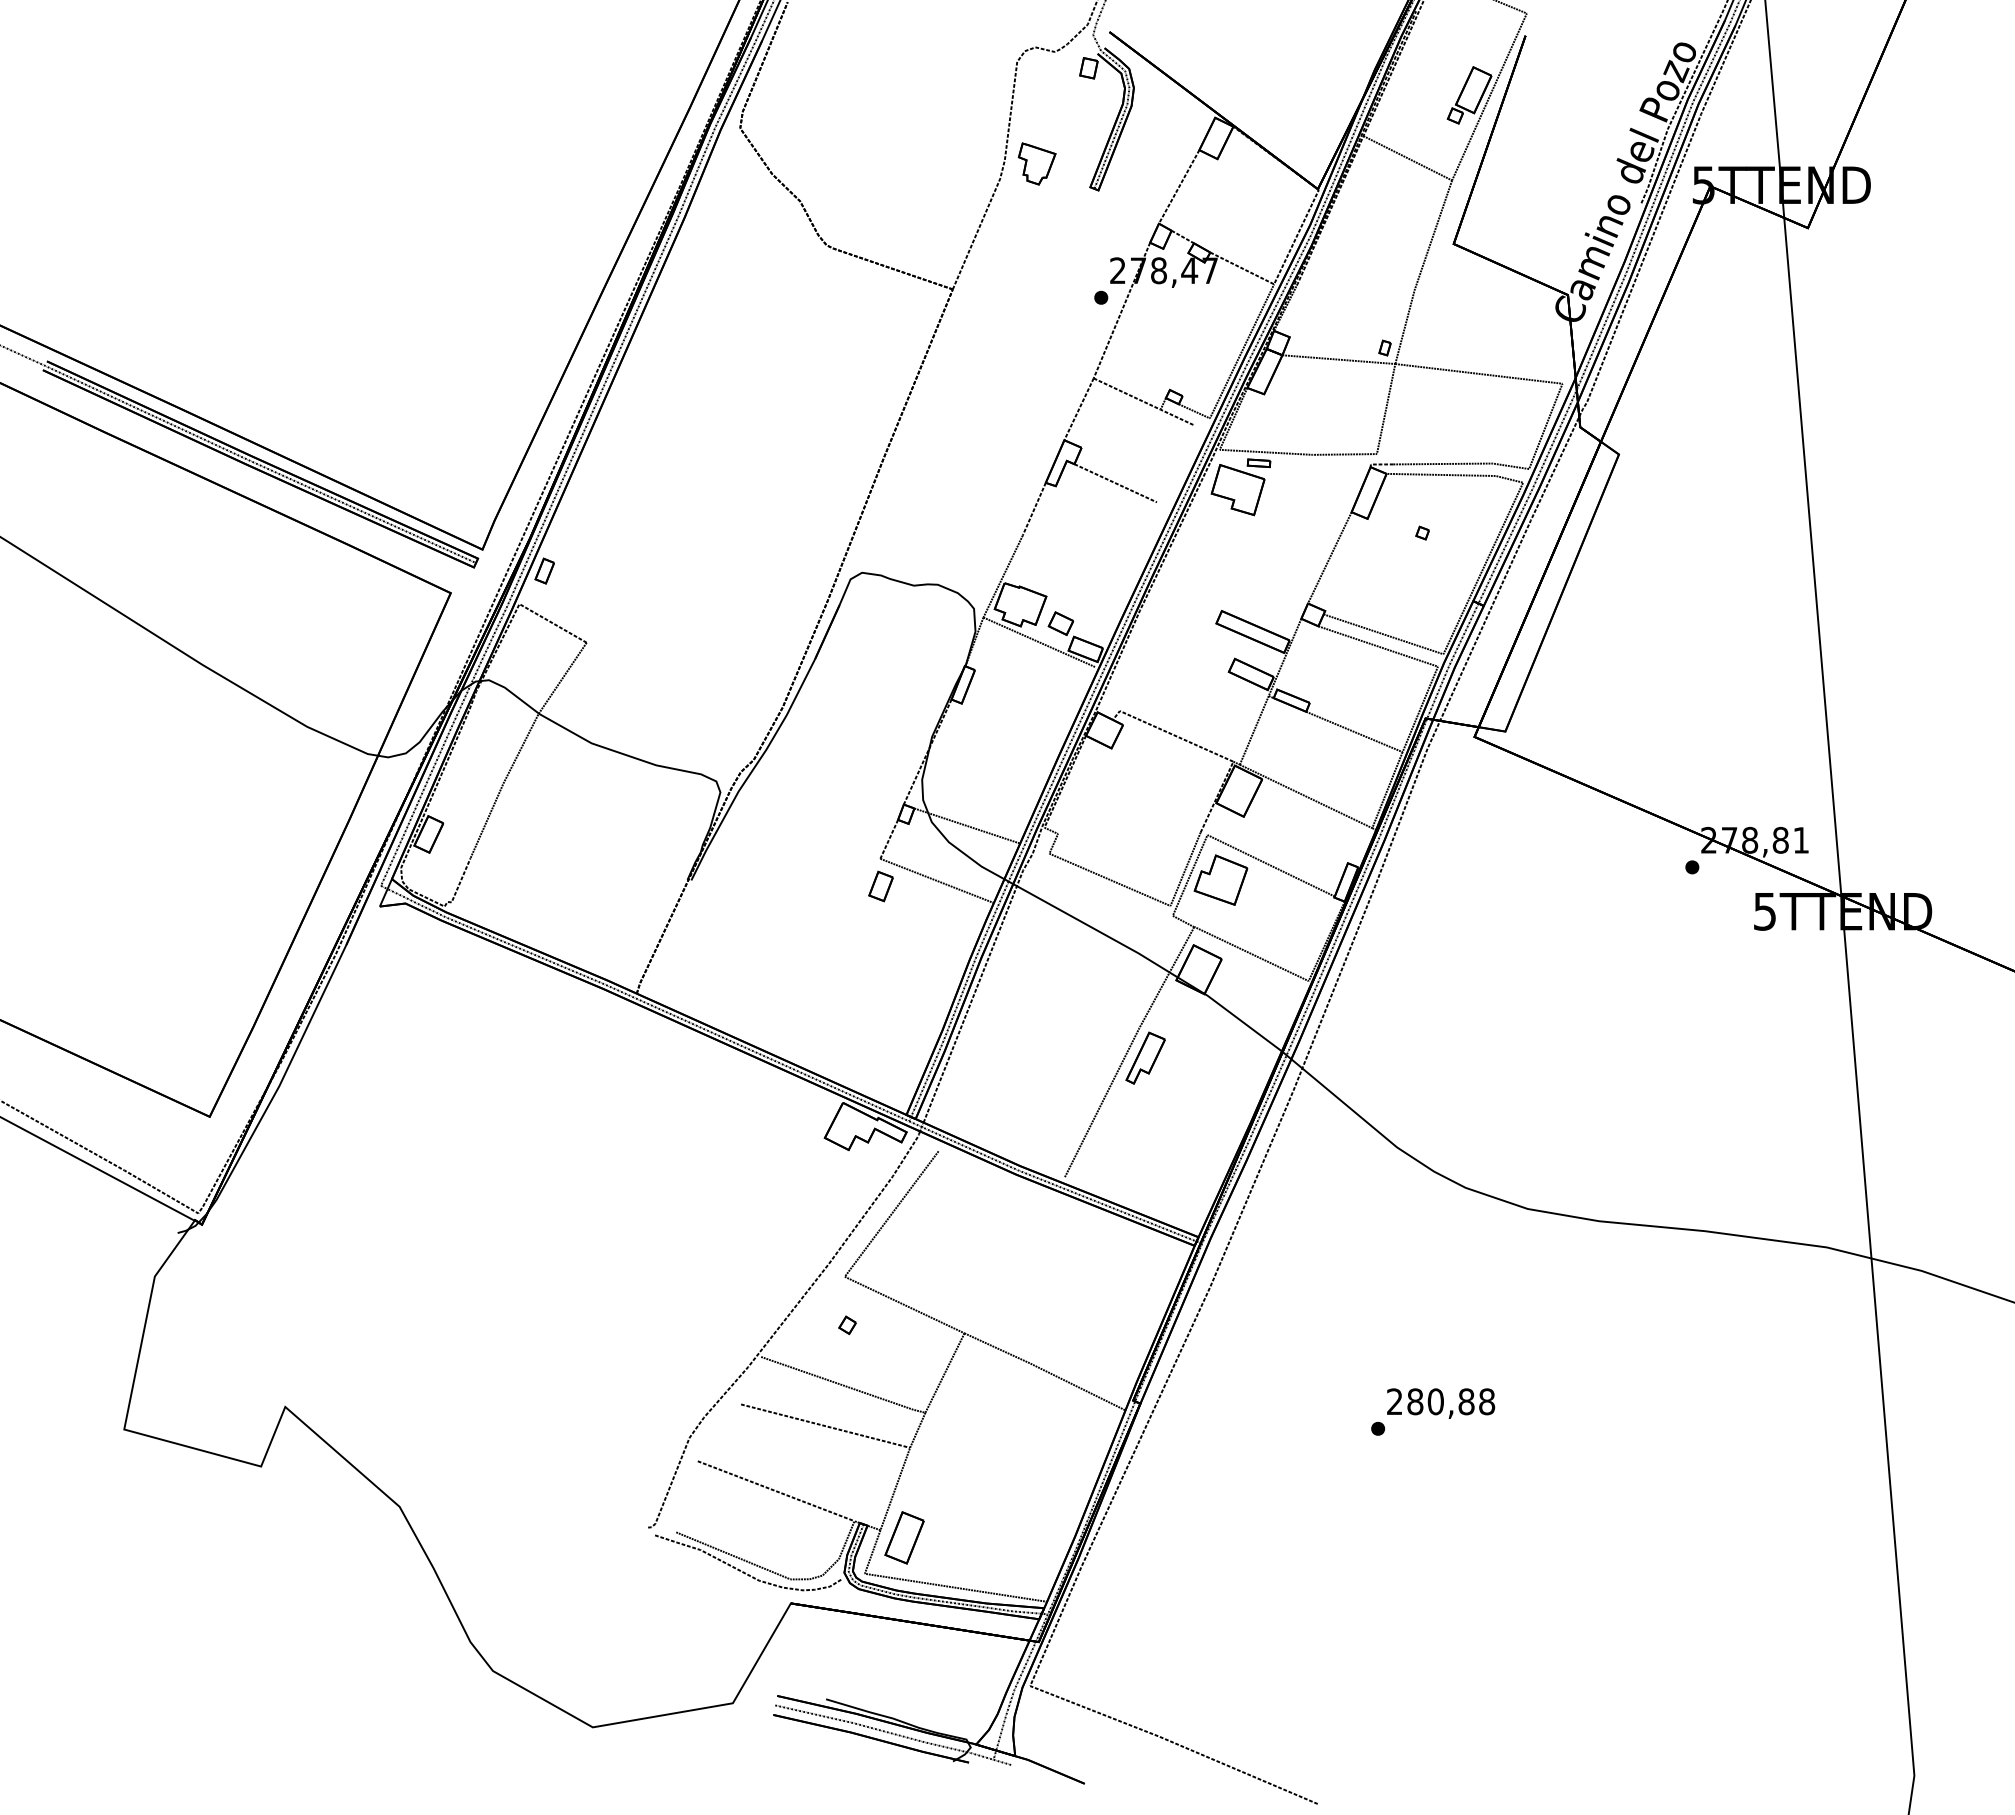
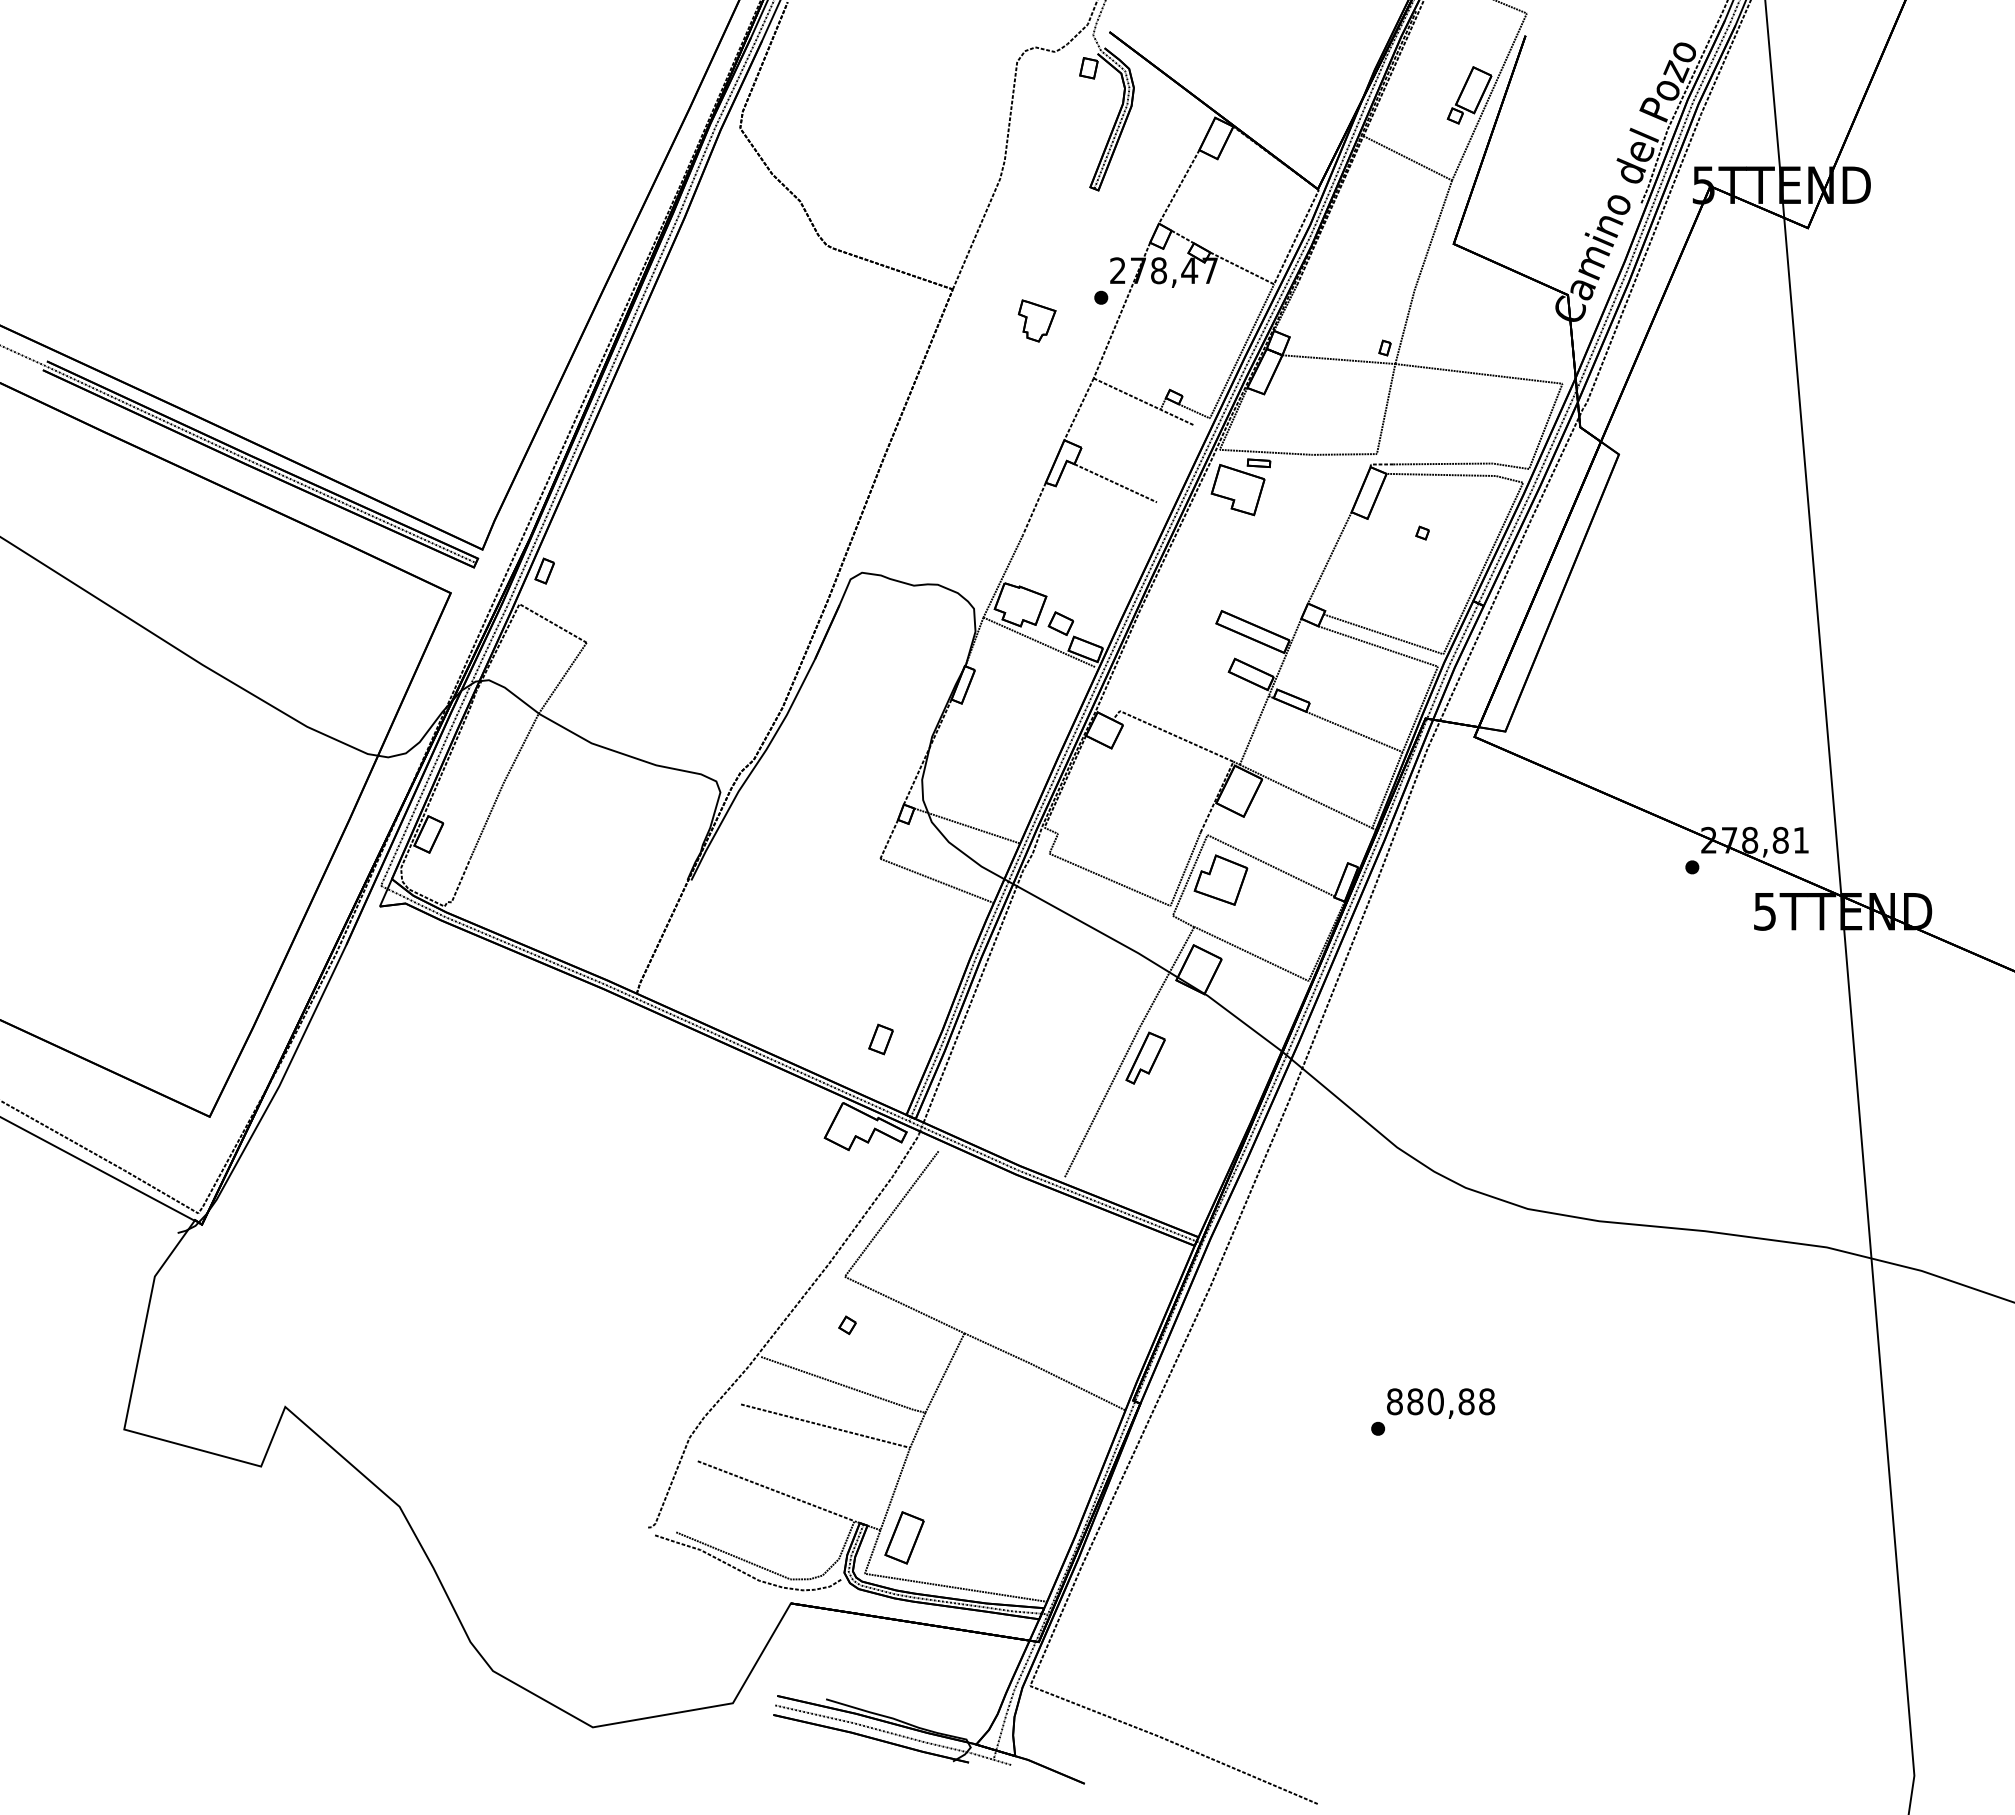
part at (1036, 163) position: (1036, 163) -> (1036, 320)
part at (880, 886) position: (880, 886) -> (880, 1039)
text at (1394, 1401): 280,88 -> 880,88
